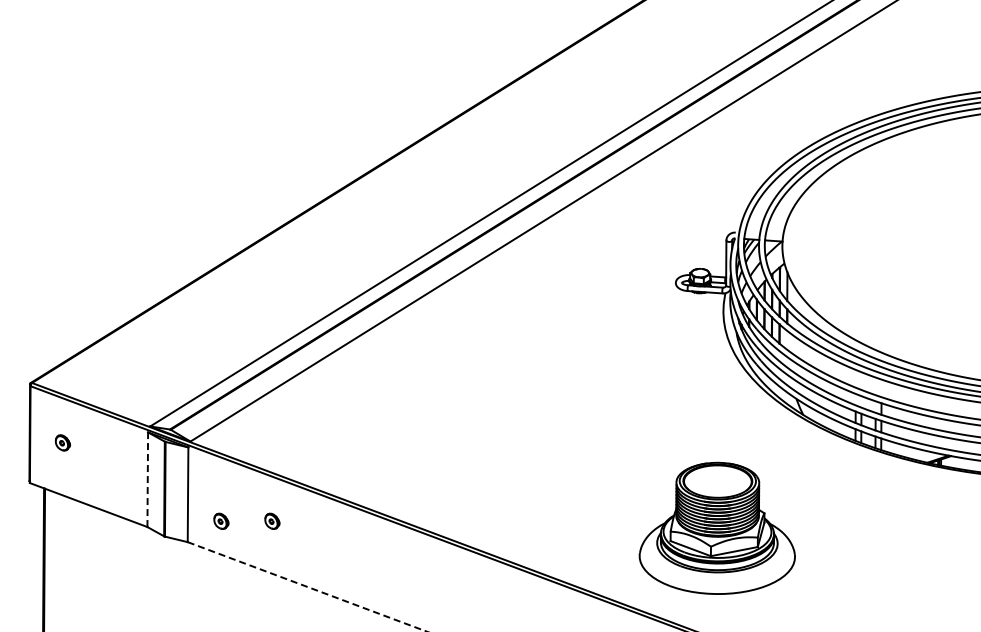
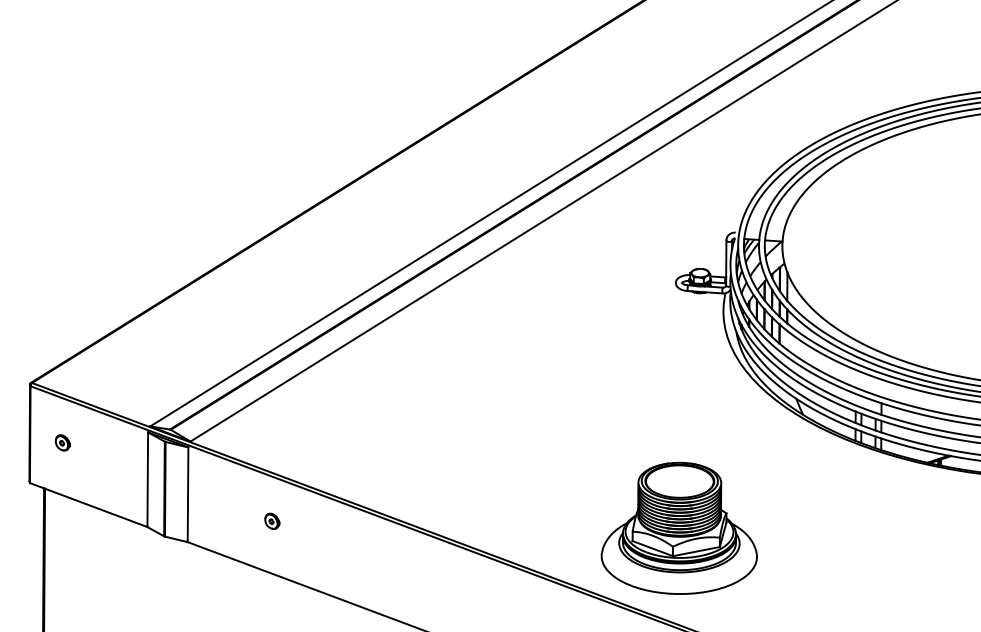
line at (147, 479): dashed -> solid
part at (221, 520): present -> none
part at (716, 527) position: (716, 527) -> (678, 527)
line at (307, 586): dashed -> solid
